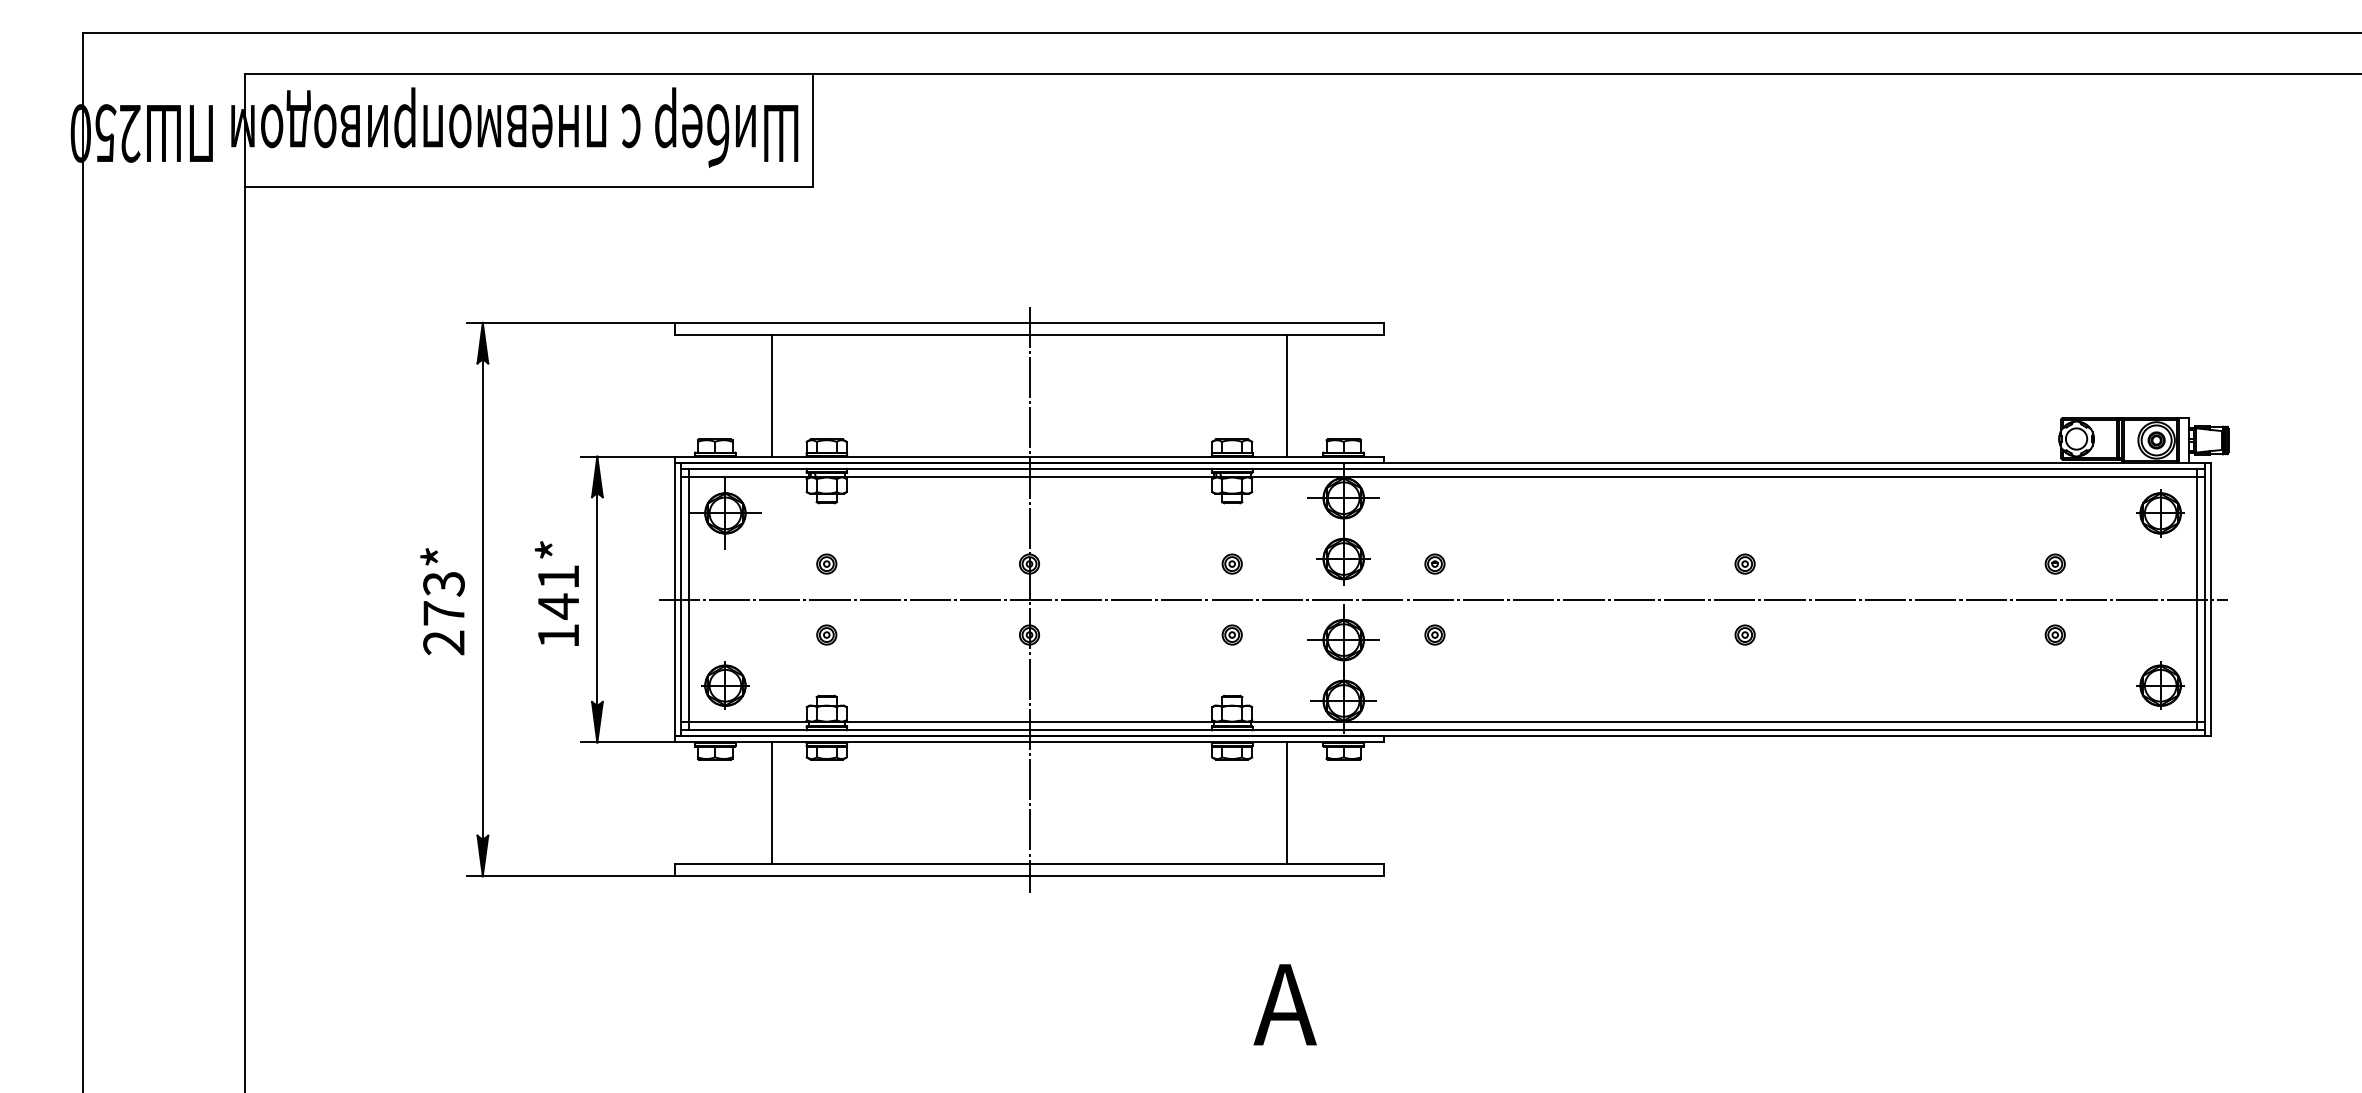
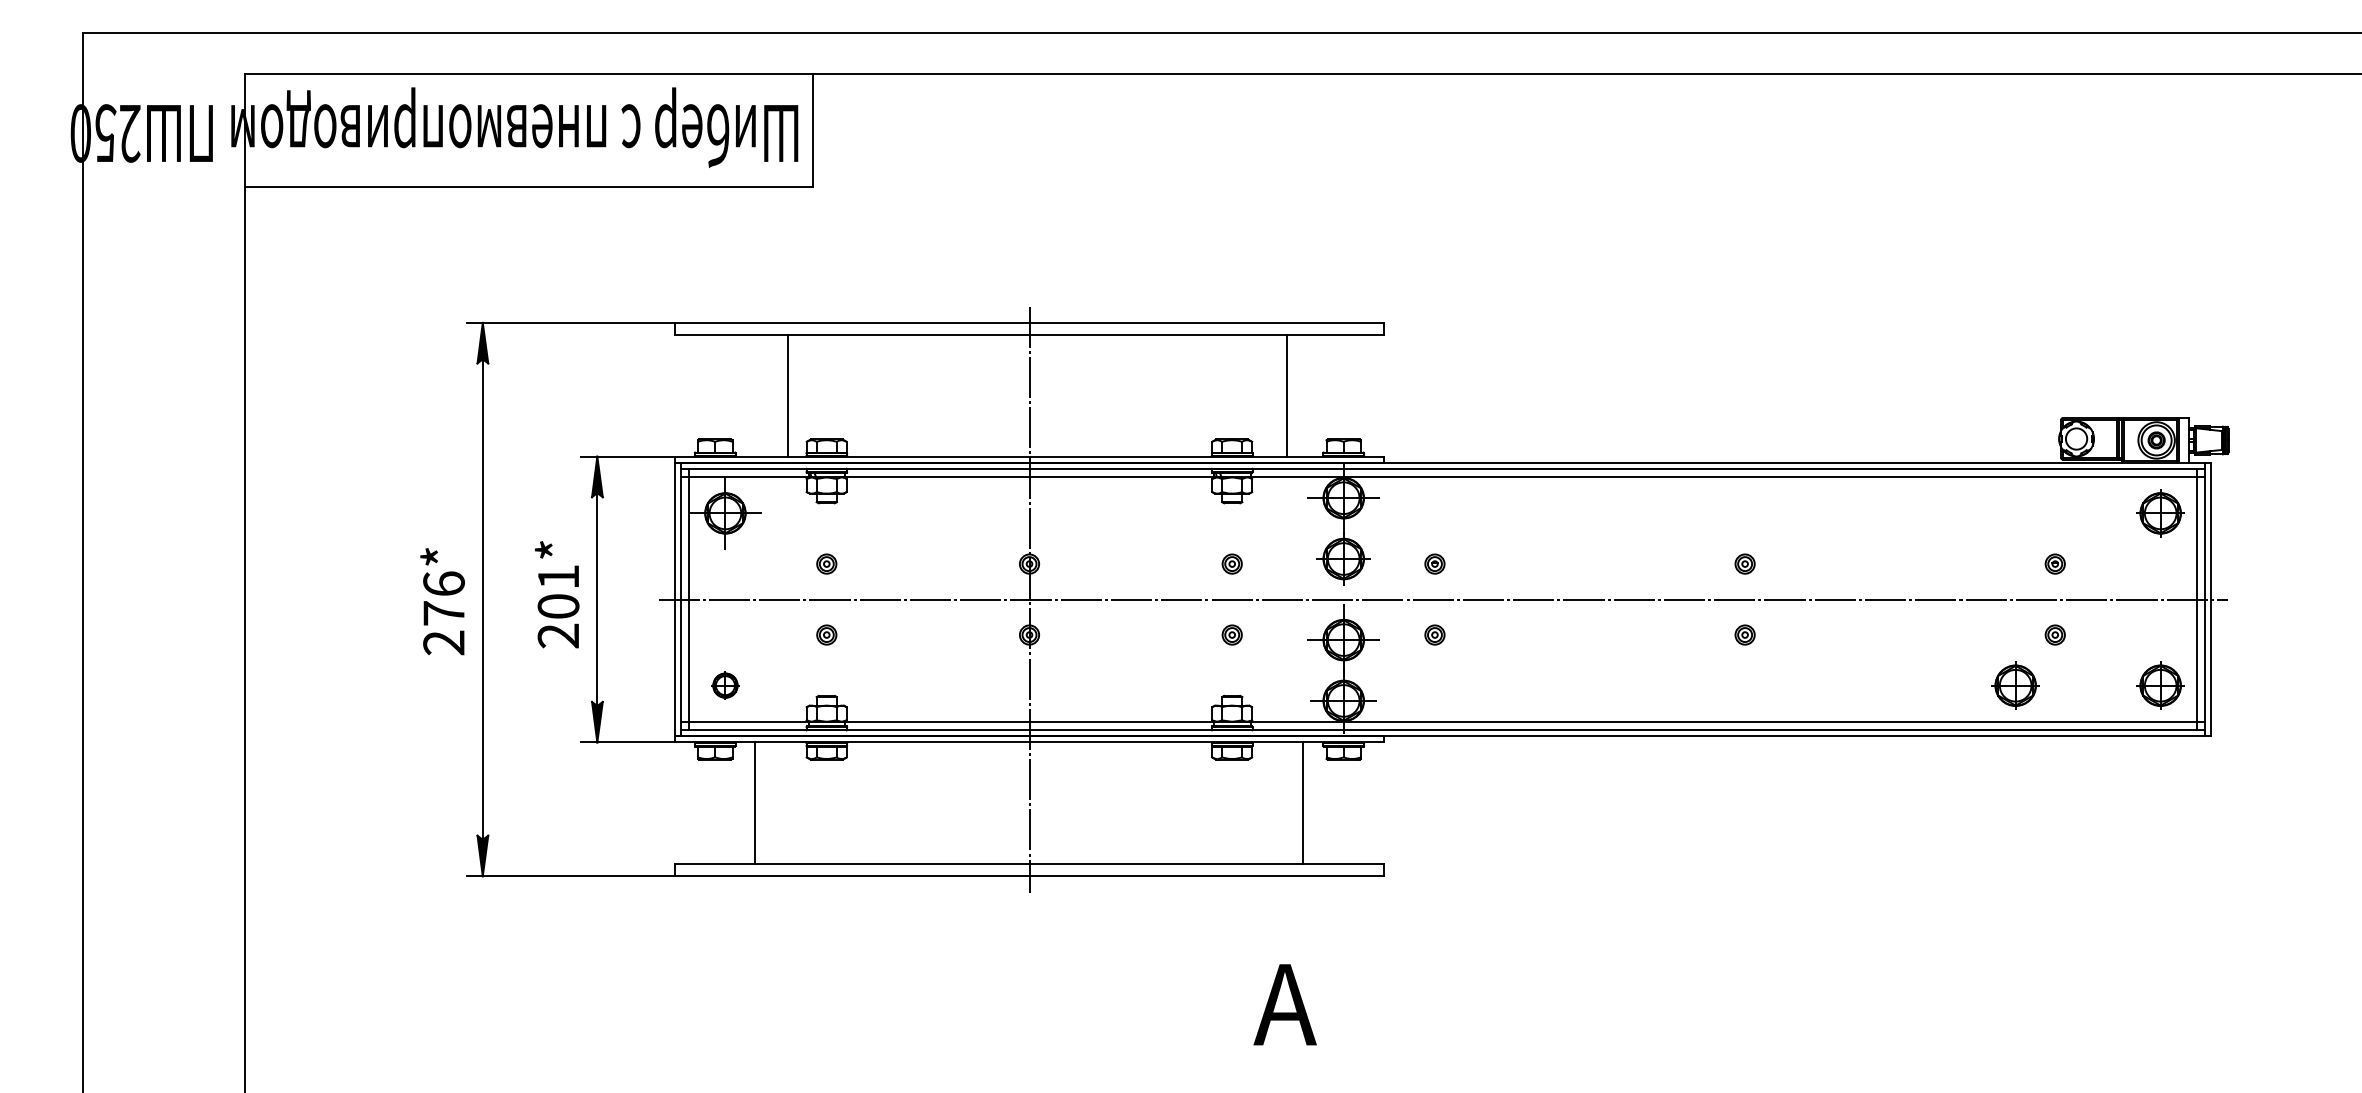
line at (772, 395) position: (772, 395) -> (788, 395)
text at (443, 583): 273* -> 276*
text at (558, 620): 141* -> 201*
part at (725, 685) size: 49x49 px -> 29x29 px
part at (2015, 685): none -> present
line at (772, 803) position: (772, 803) -> (755, 803)
line at (1286, 803) position: (1286, 803) -> (1302, 803)
